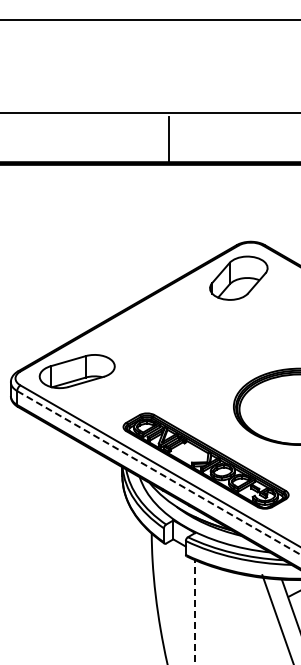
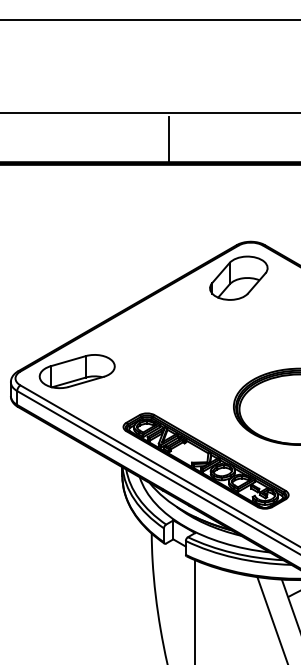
line at (159, 473): dashed -> solid
line at (195, 612): dashed -> solid
line at (277, 618) position: (277, 618) -> (271, 619)
